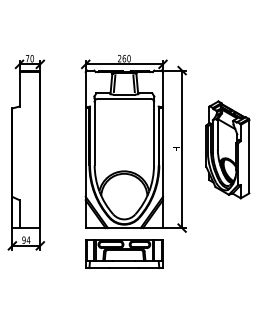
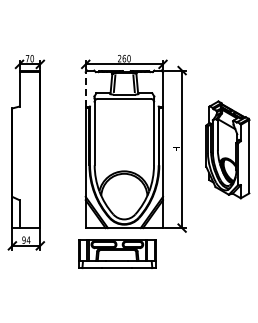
line at (85, 88): solid -> dashed
part at (124, 253) position: (124, 253) -> (117, 253)
